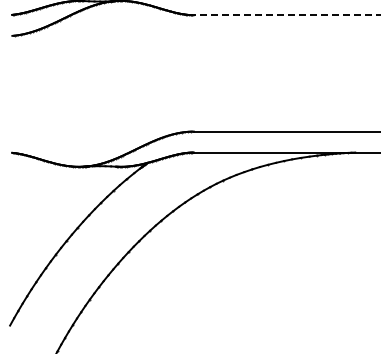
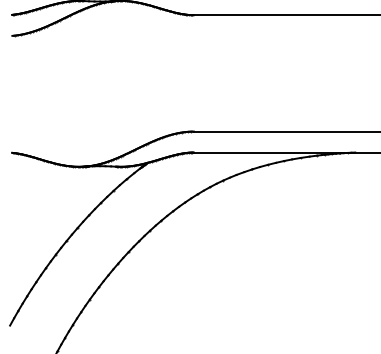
line at (286, 15): dashed -> solid
